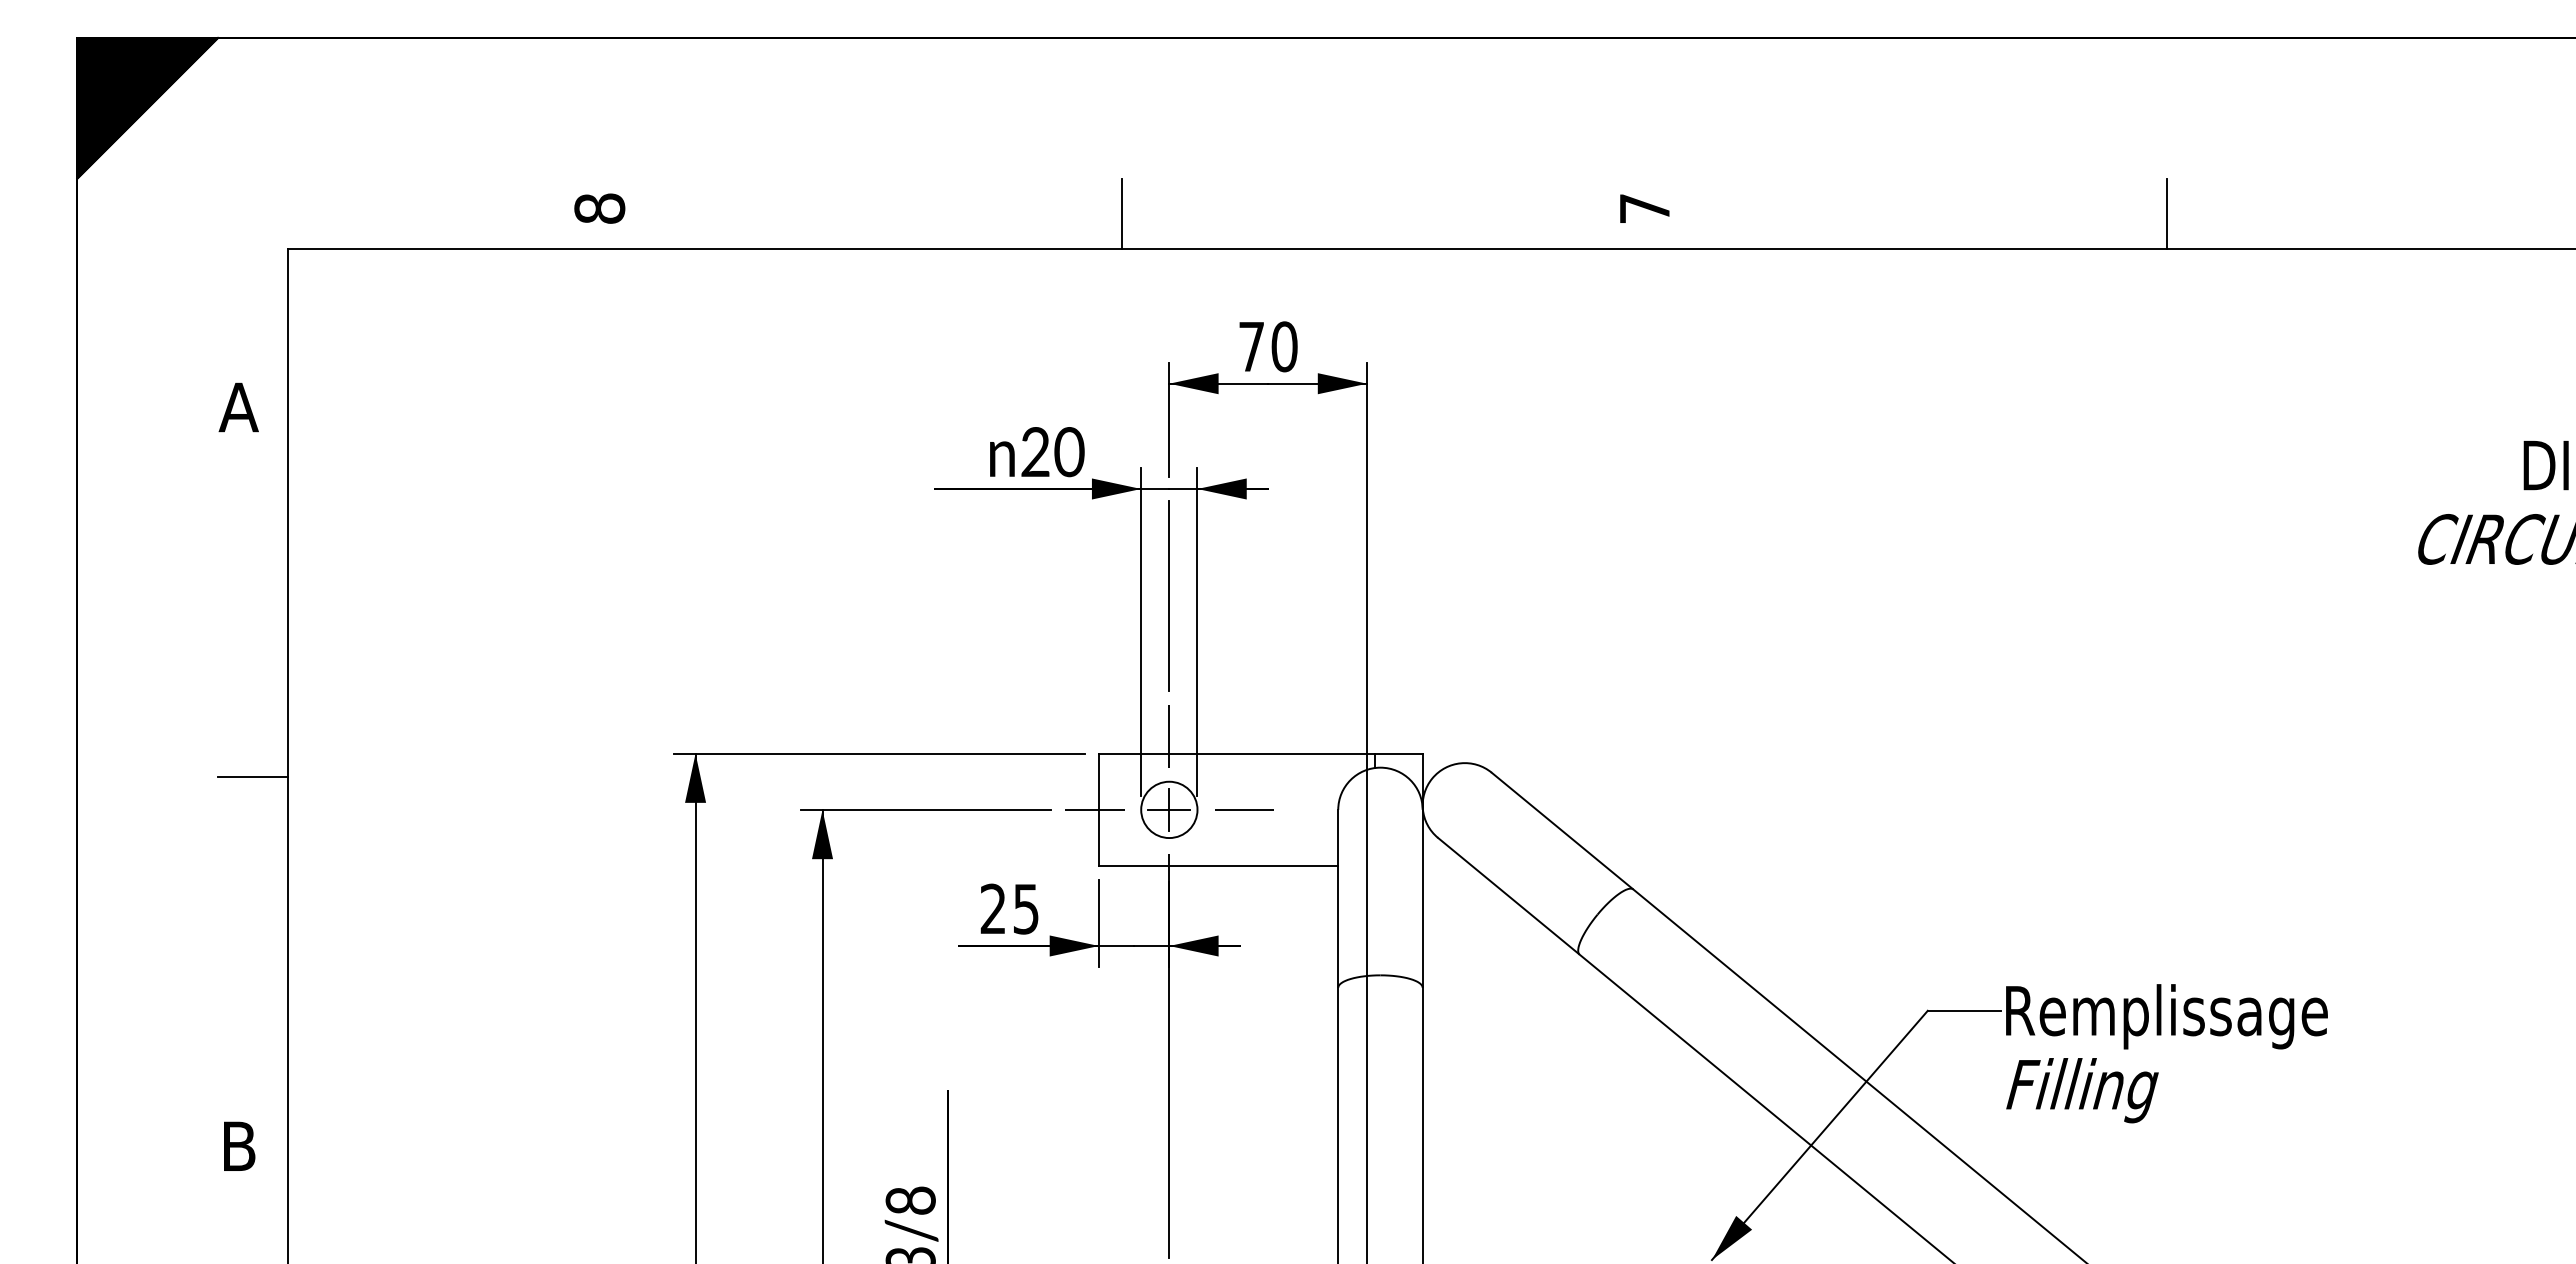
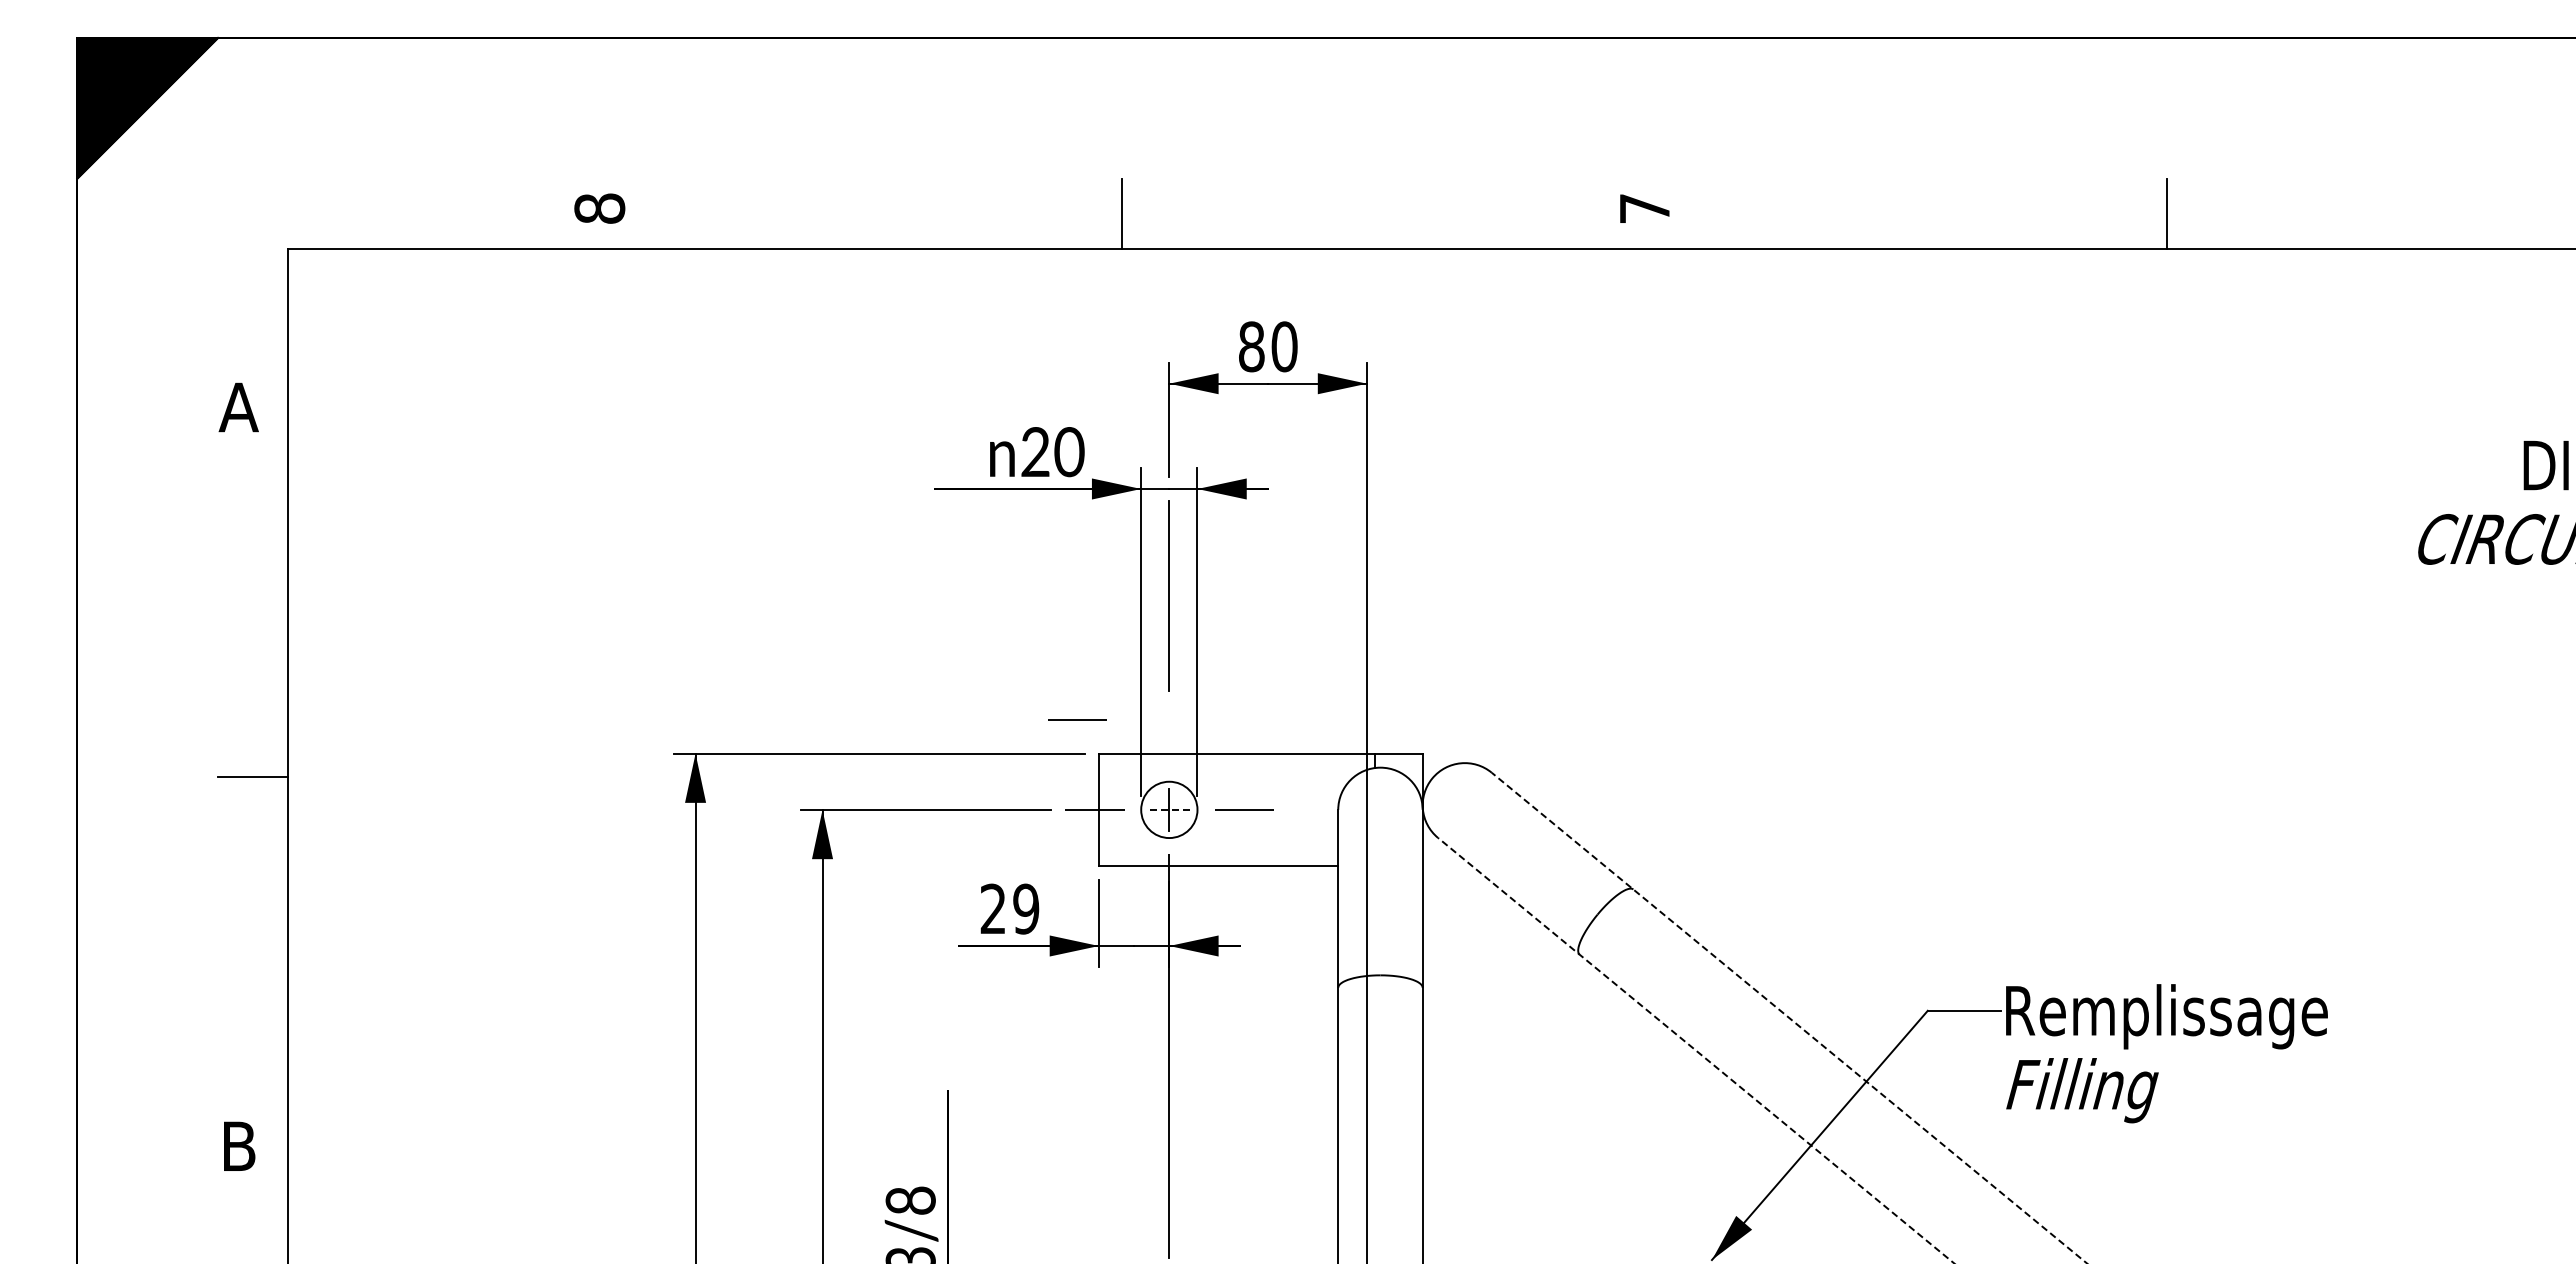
text at (1251, 346): 70 -> 80
line at (1077, 719): none -> present
line at (1169, 736): present -> none
line at (1169, 809): solid -> dashed
text at (1026, 908): 25 -> 29
line at (1789, 1018): solid -> dashed
line at (1696, 1050): solid -> dashed
